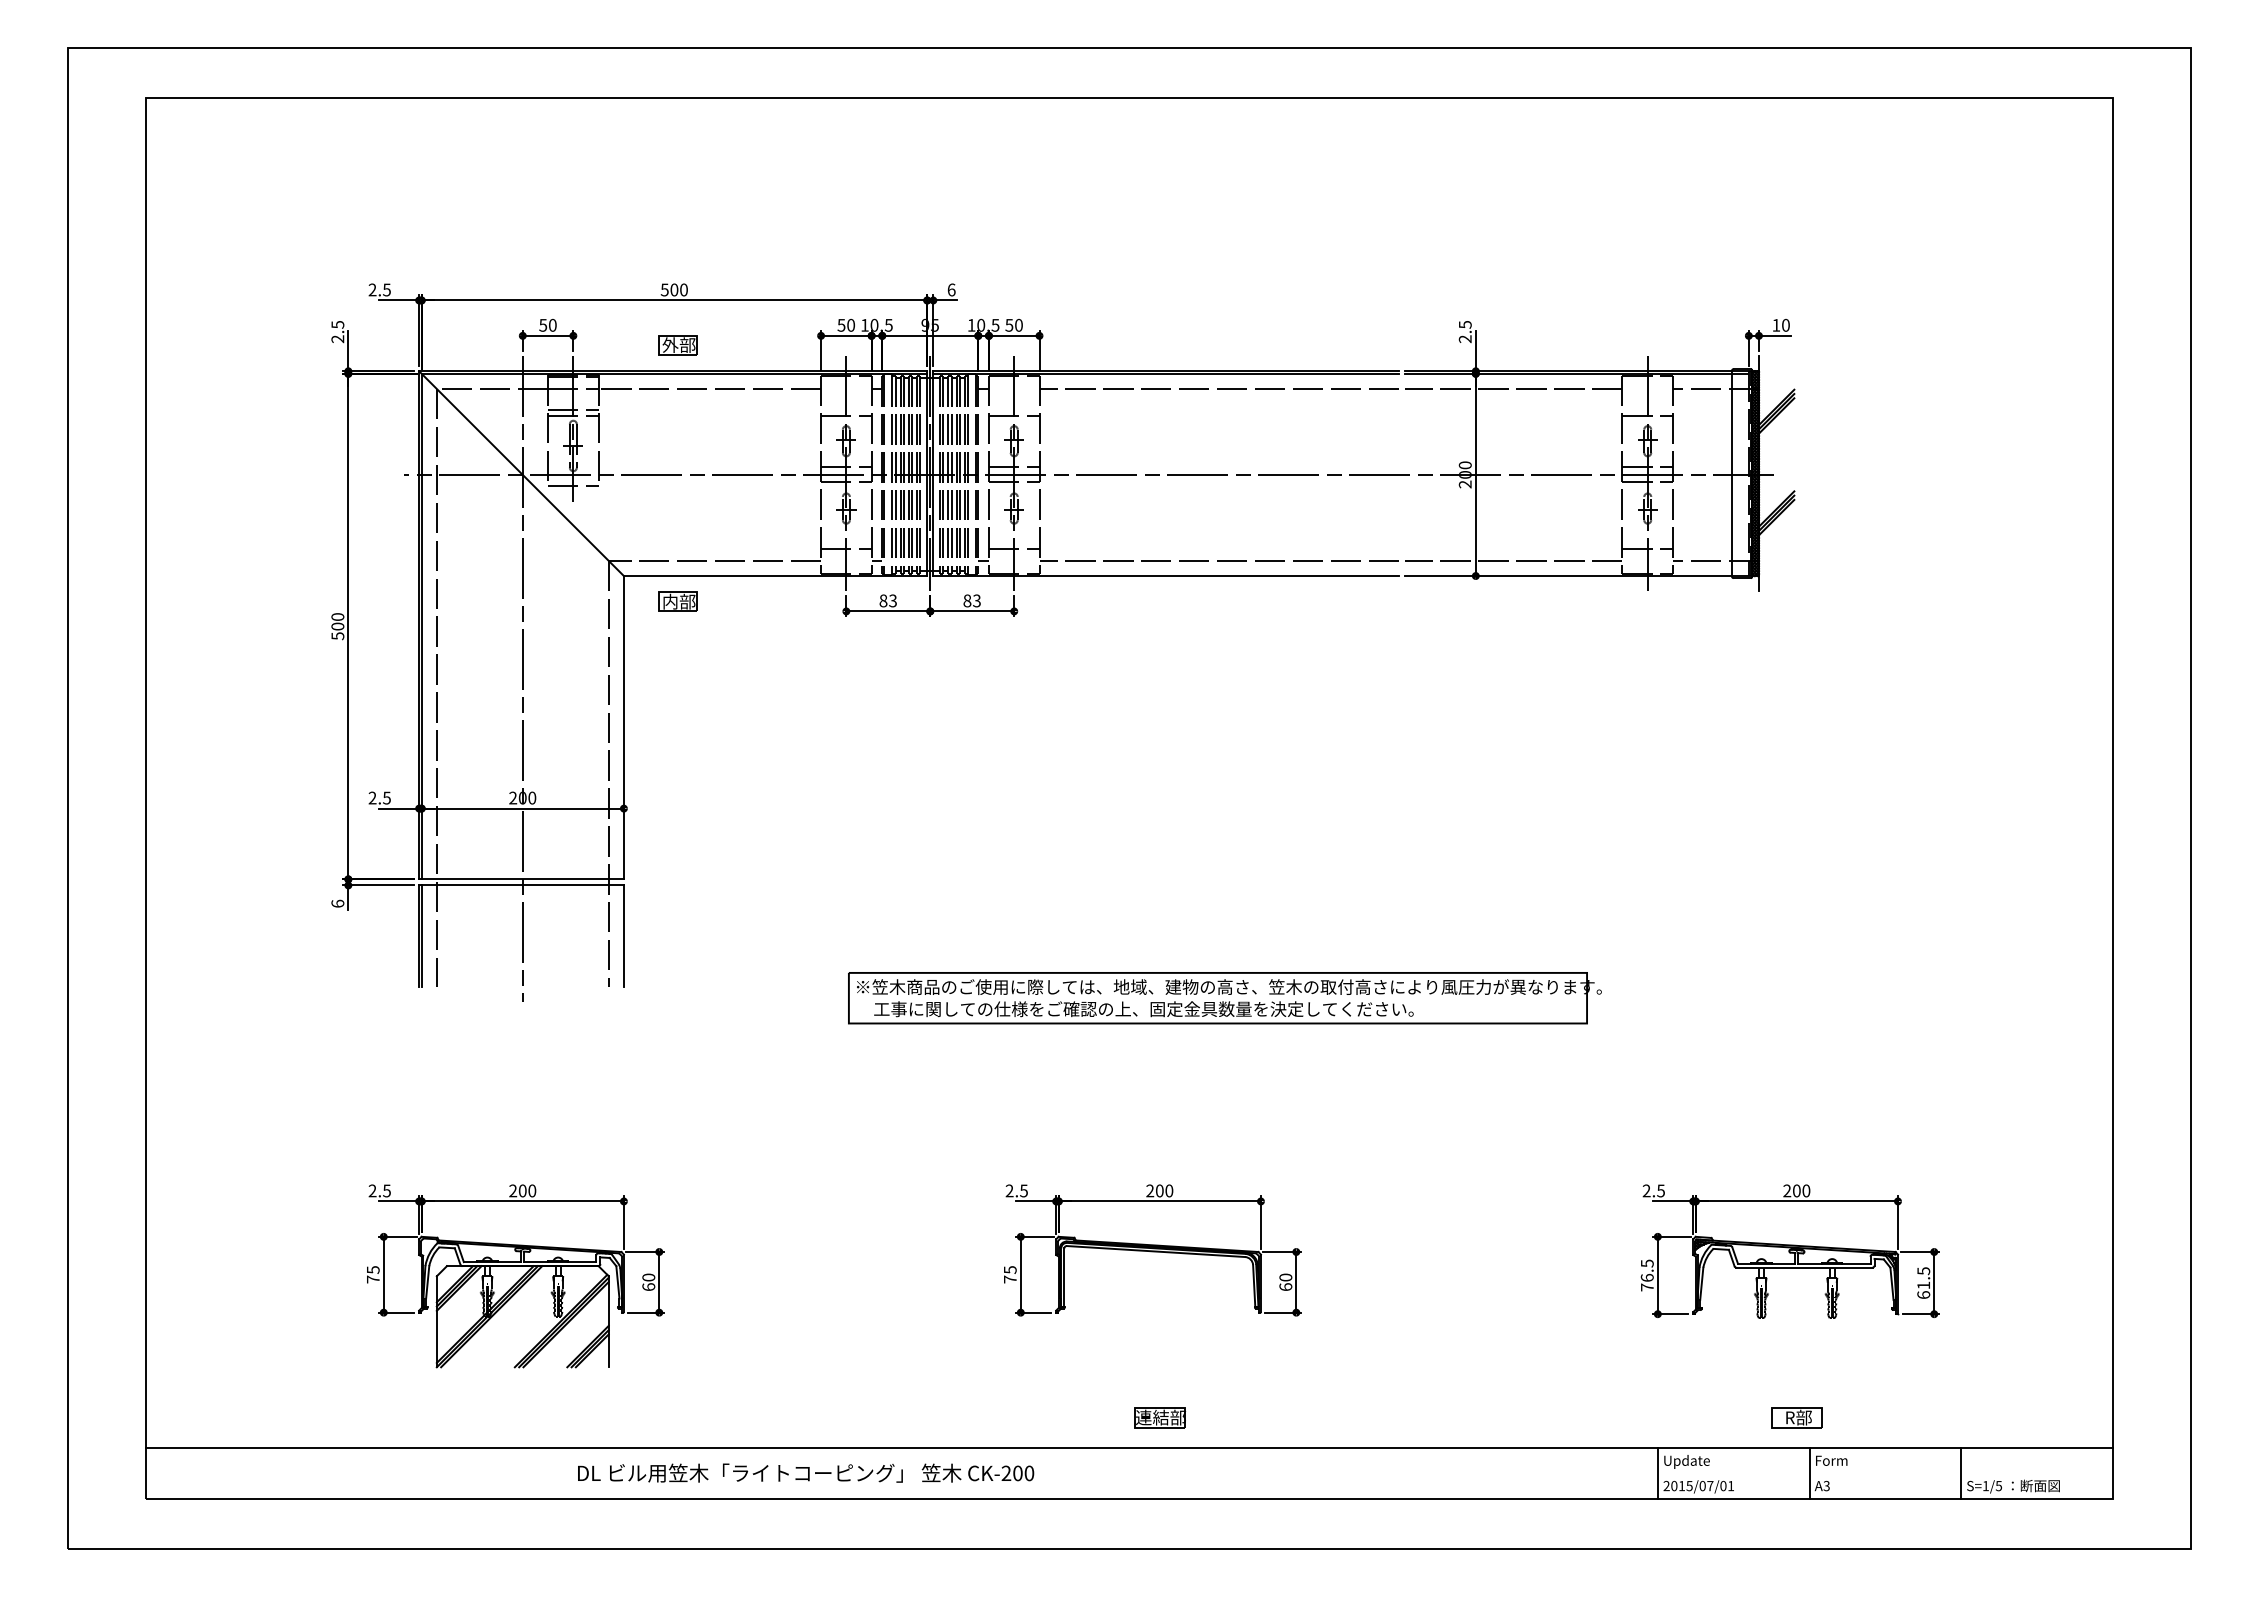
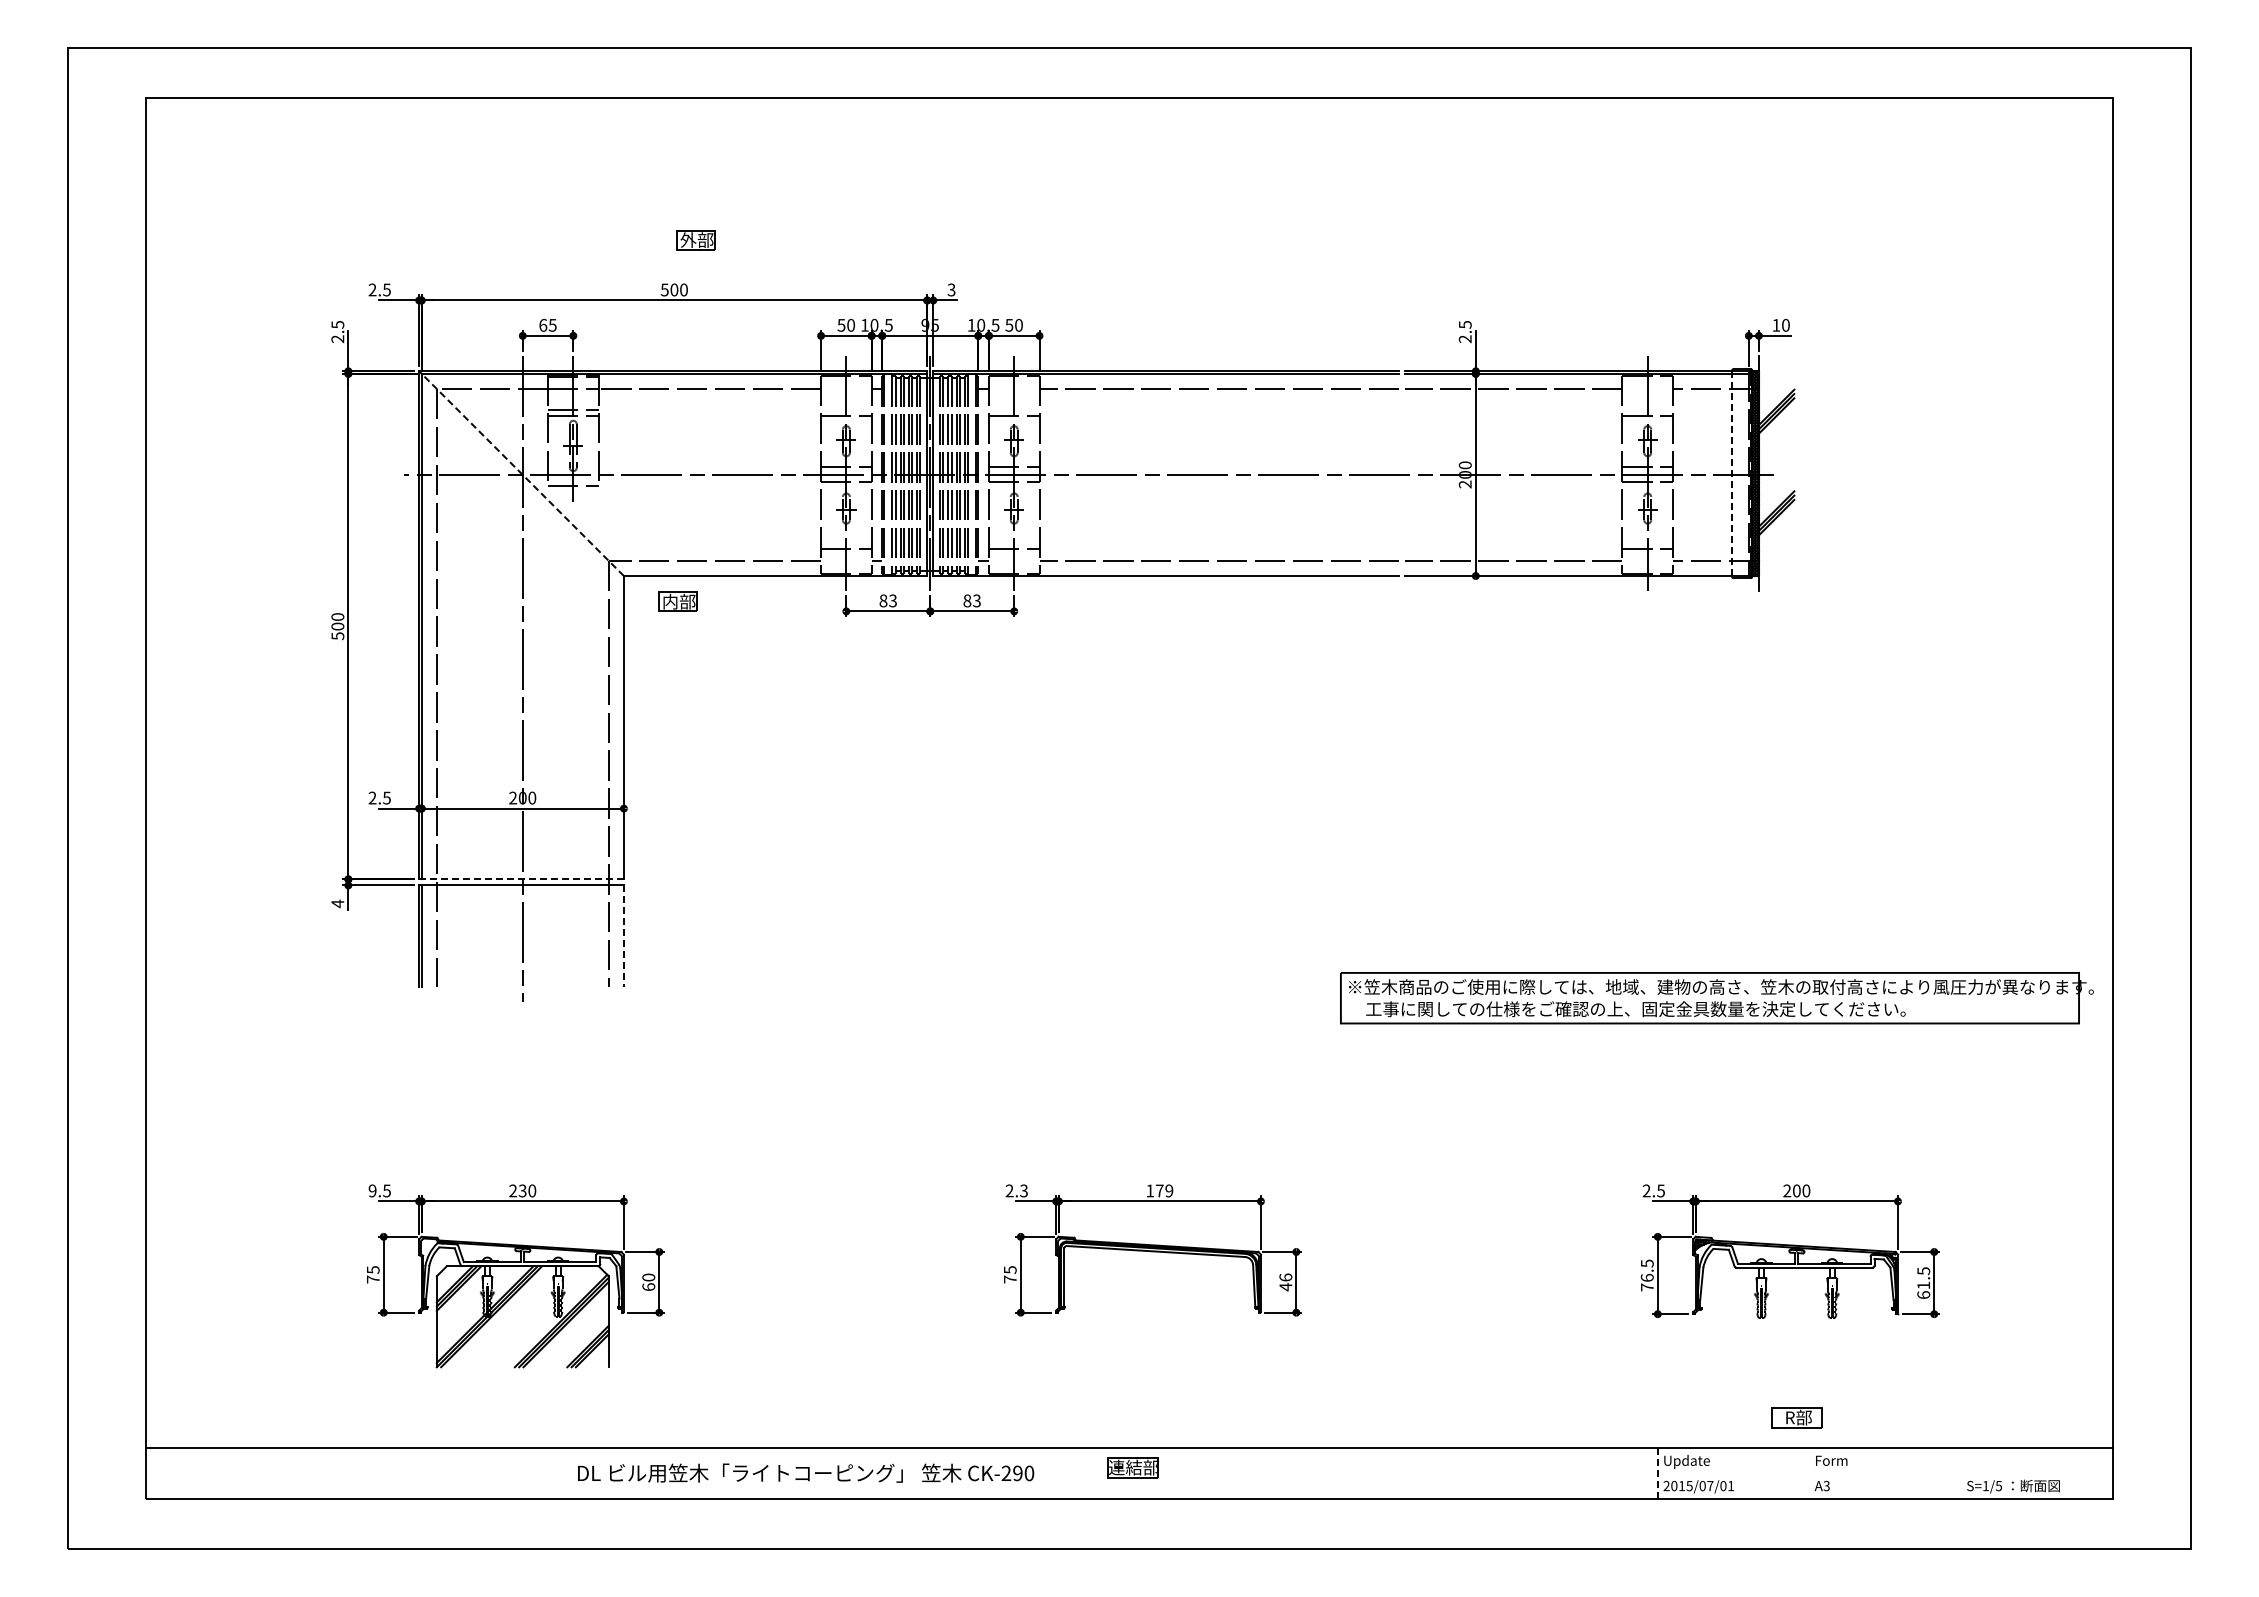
text at (951, 289): 6 -> 3
text at (547, 324): 50 -> 65
part at (677, 345) position: (677, 345) -> (695, 240)
line at (521, 473): solid -> dashed
line at (1731, 473): solid -> dashed
line at (522, 879): solid -> dashed
text at (337, 903): 6 -> 4
line at (623, 936): solid -> dashed
part at (1224, 998) position: (1224, 998) -> (1716, 998)
text at (522, 1190): 200 -> 230
text at (1023, 1190): 2.5 -> 2.3
text at (1159, 1190): 200 -> 179
text at (372, 1191): 2.5 -> 9.5
text at (1285, 1282): 60 -> 46
part at (1159, 1417) position: (1159, 1417) -> (1132, 1467)
text at (1017, 1473): CK-200 -> CK-290
line at (1657, 1473): solid -> dashed
line at (1809, 1473): present -> none
line at (1961, 1473): present -> none
